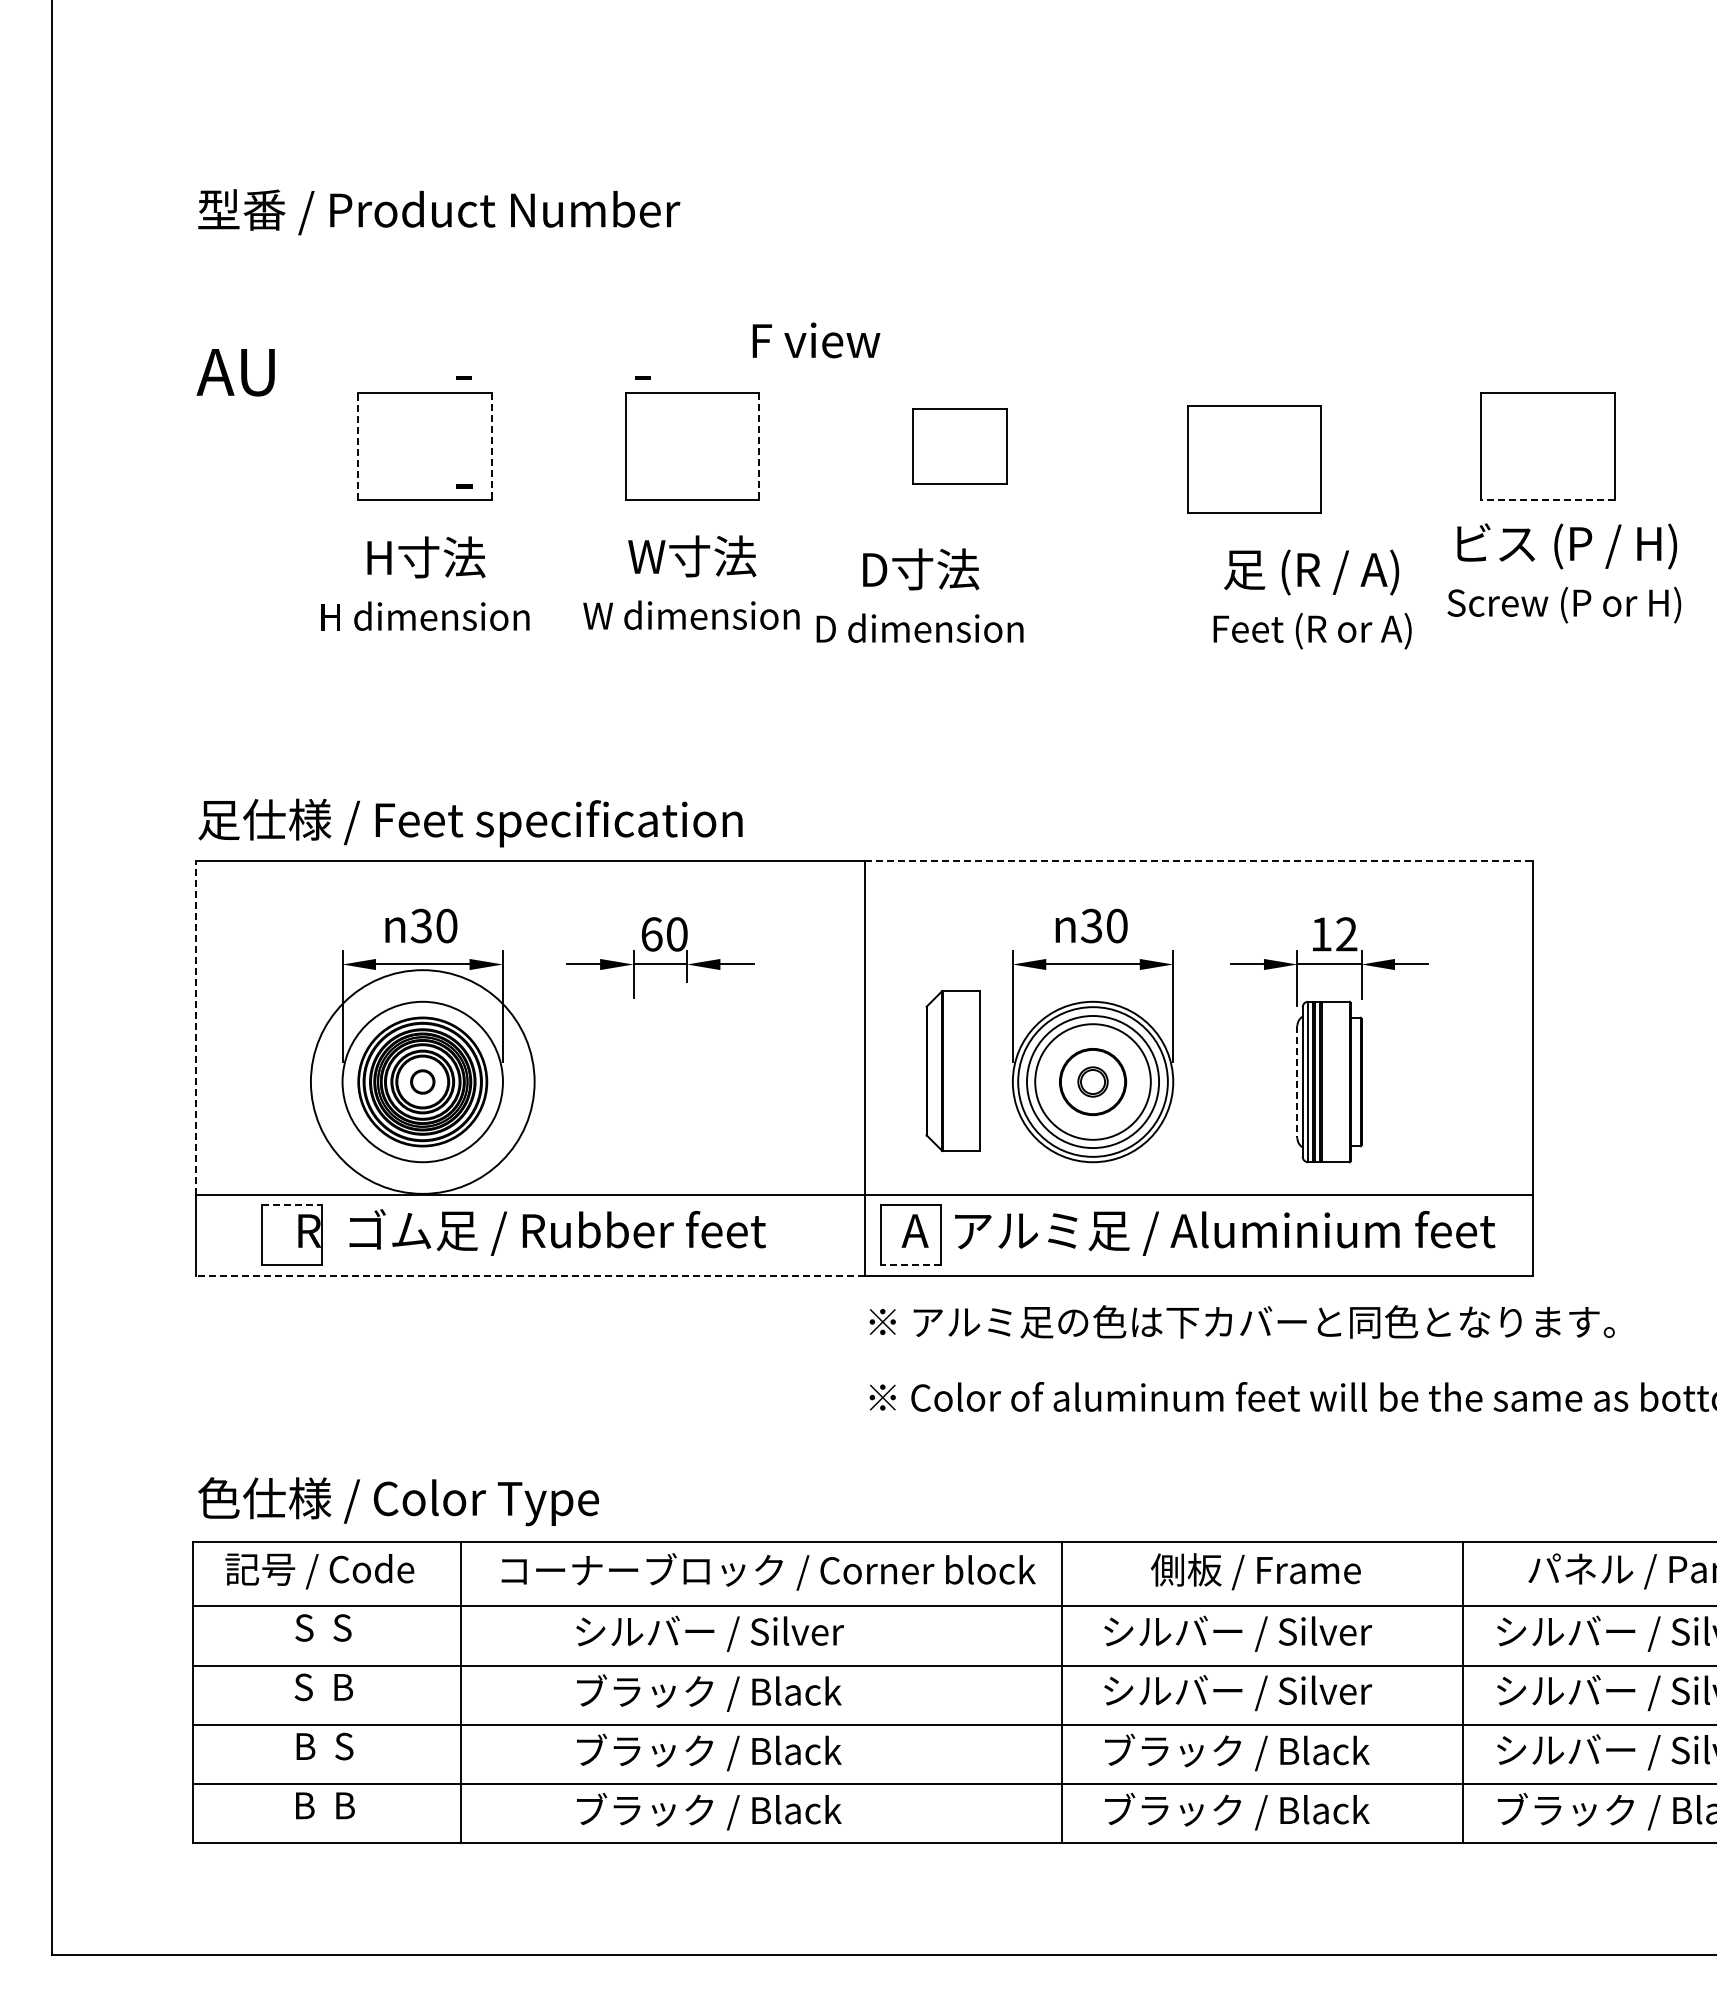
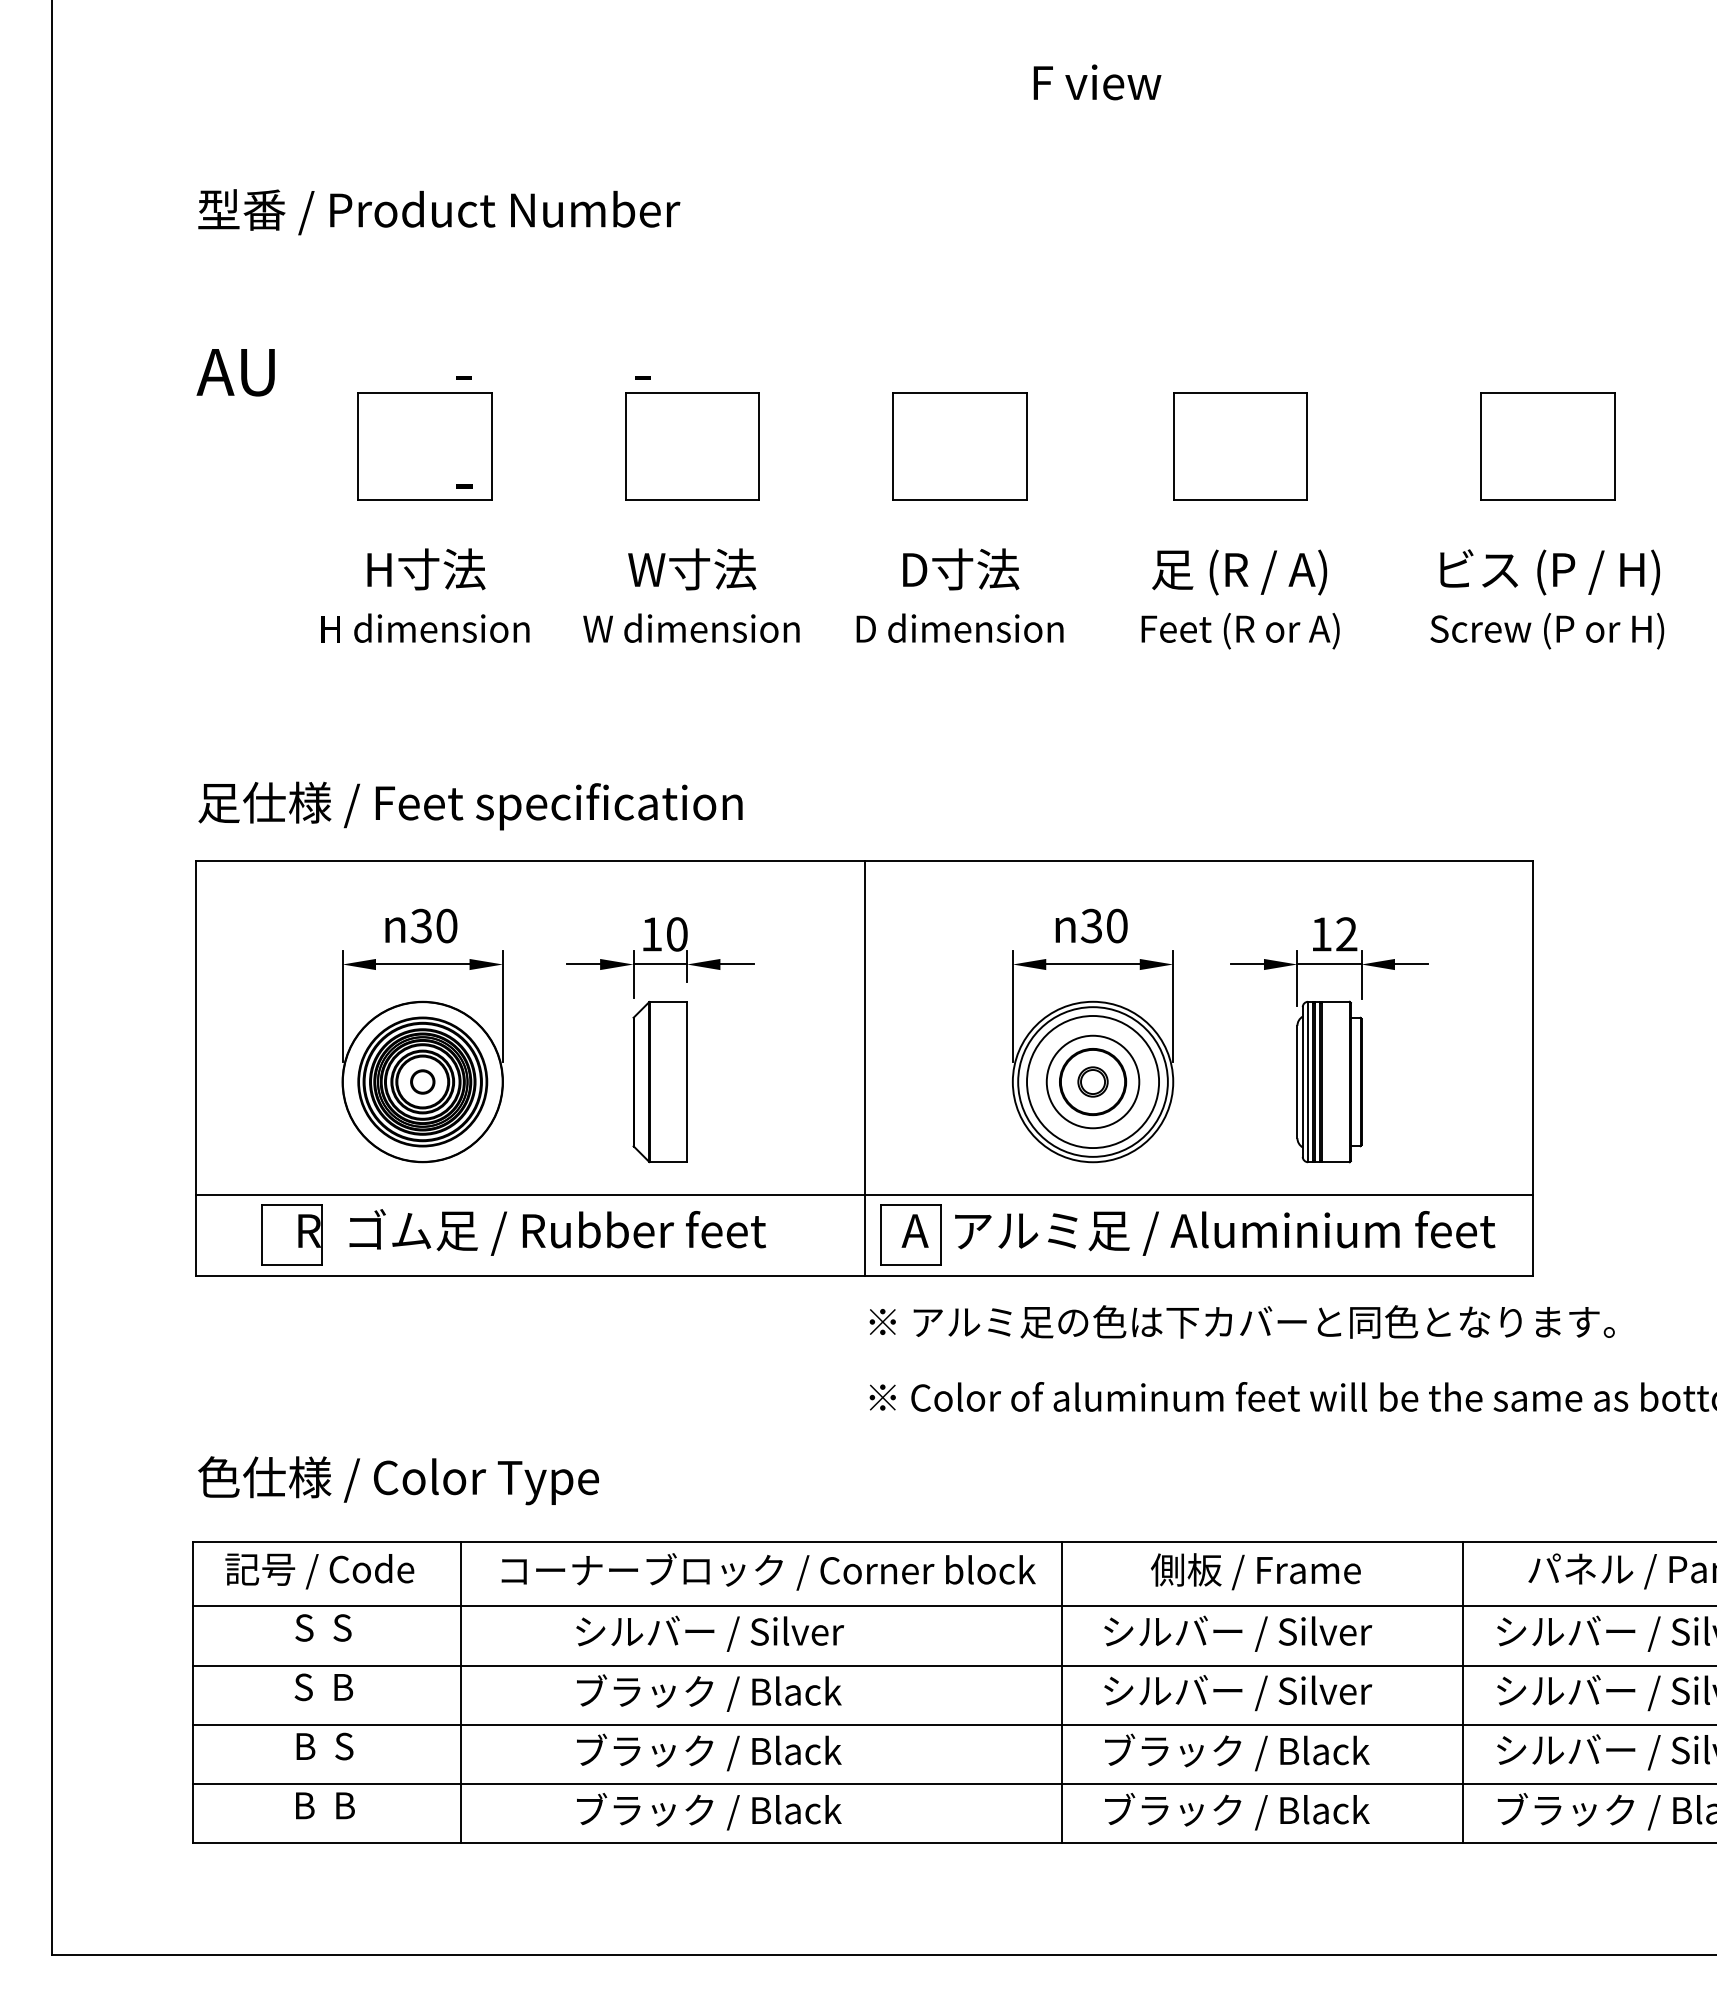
text at (816, 340) position: (816, 340) -> (1097, 82)
line at (358, 445): dashed -> solid
line at (491, 446): dashed -> solid
line at (759, 446): dashed -> solid
part at (959, 446) size: 96x77 px -> 136x109 px
part at (1254, 459) position: (1254, 459) -> (1240, 446)
line at (1548, 499): dashed -> solid
text at (1564, 573) position: (1564, 573) -> (1547, 599)
text at (691, 582) position: (691, 582) -> (691, 595)
text at (425, 583) position: (425, 583) -> (425, 595)
text at (919, 595) position: (919, 595) -> (959, 595)
text at (1312, 599) position: (1312, 599) -> (1240, 599)
text at (470, 822) position: (470, 822) -> (470, 805)
line at (1199, 861): dashed -> solid
text at (652, 934): 60 -> 10
line at (196, 1027): dashed -> solid
part at (952, 1070) position: (952, 1070) -> (659, 1081)
circle at (422, 1081) diameter: 224 px -> 160 px
circle at (1092, 1081) diameter: 116 px -> 93 px
line at (1297, 1082): dashed -> solid
line at (292, 1205): dashed -> solid
line at (910, 1265): dashed -> solid
line at (529, 1275): dashed -> solid
text at (398, 1501) position: (398, 1501) -> (398, 1480)
